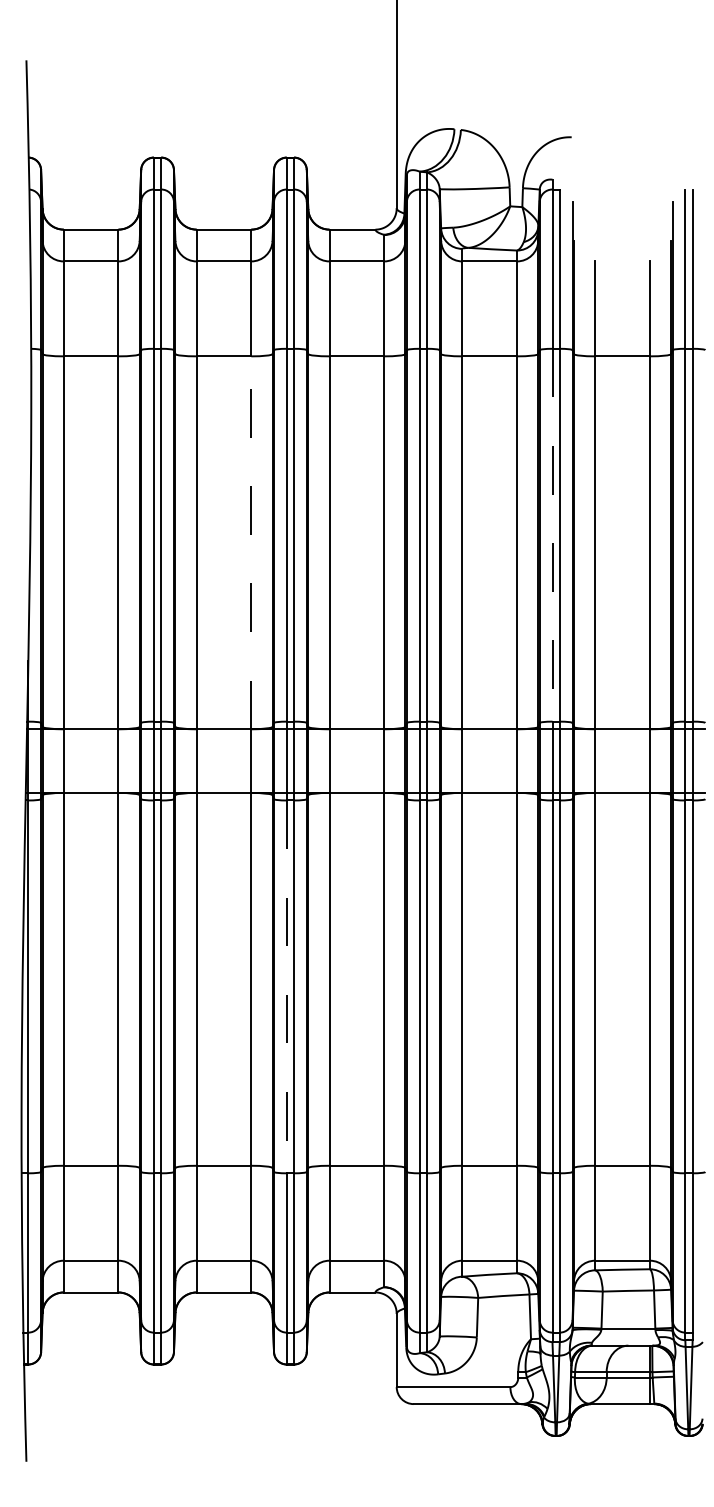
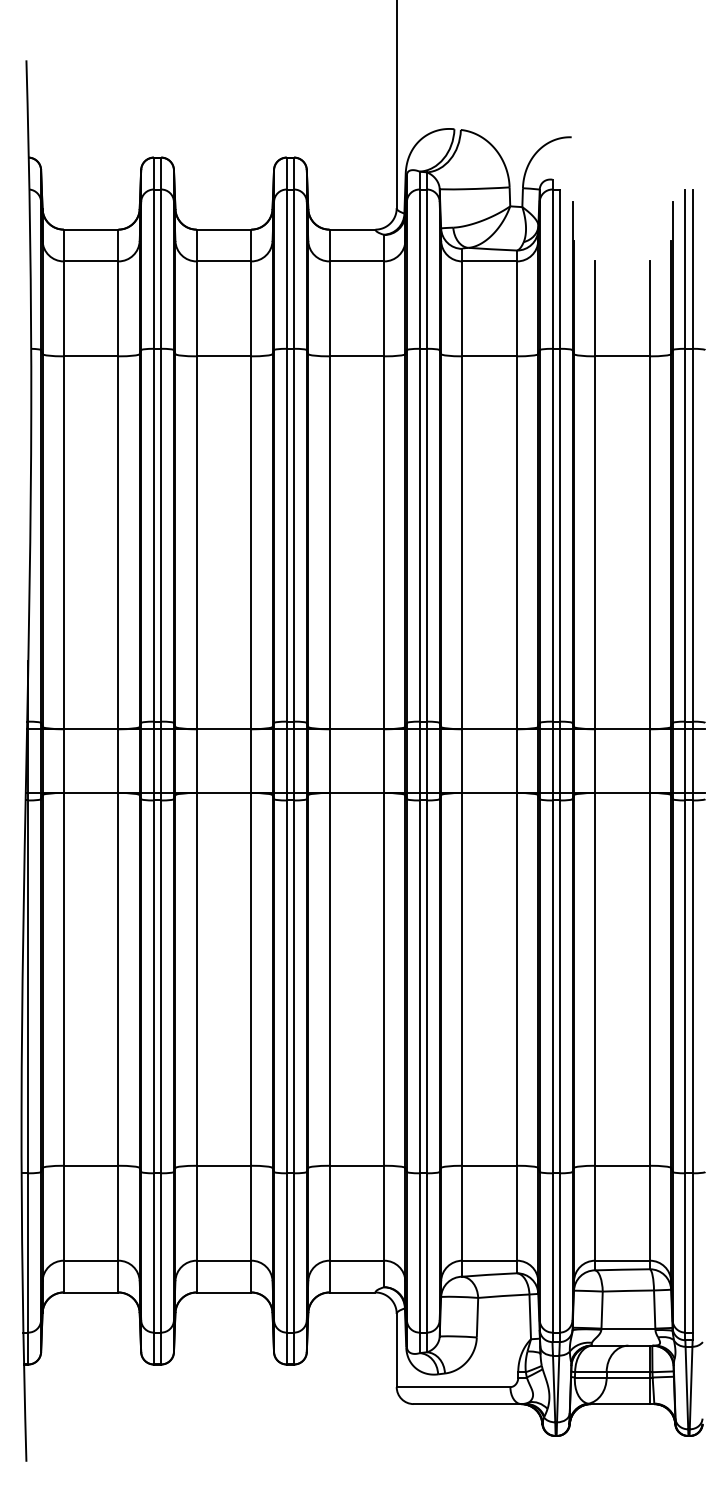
line at (552, 535): dashed -> solid
line at (251, 542): dashed -> solid
line at (286, 987): dashed -> solid
